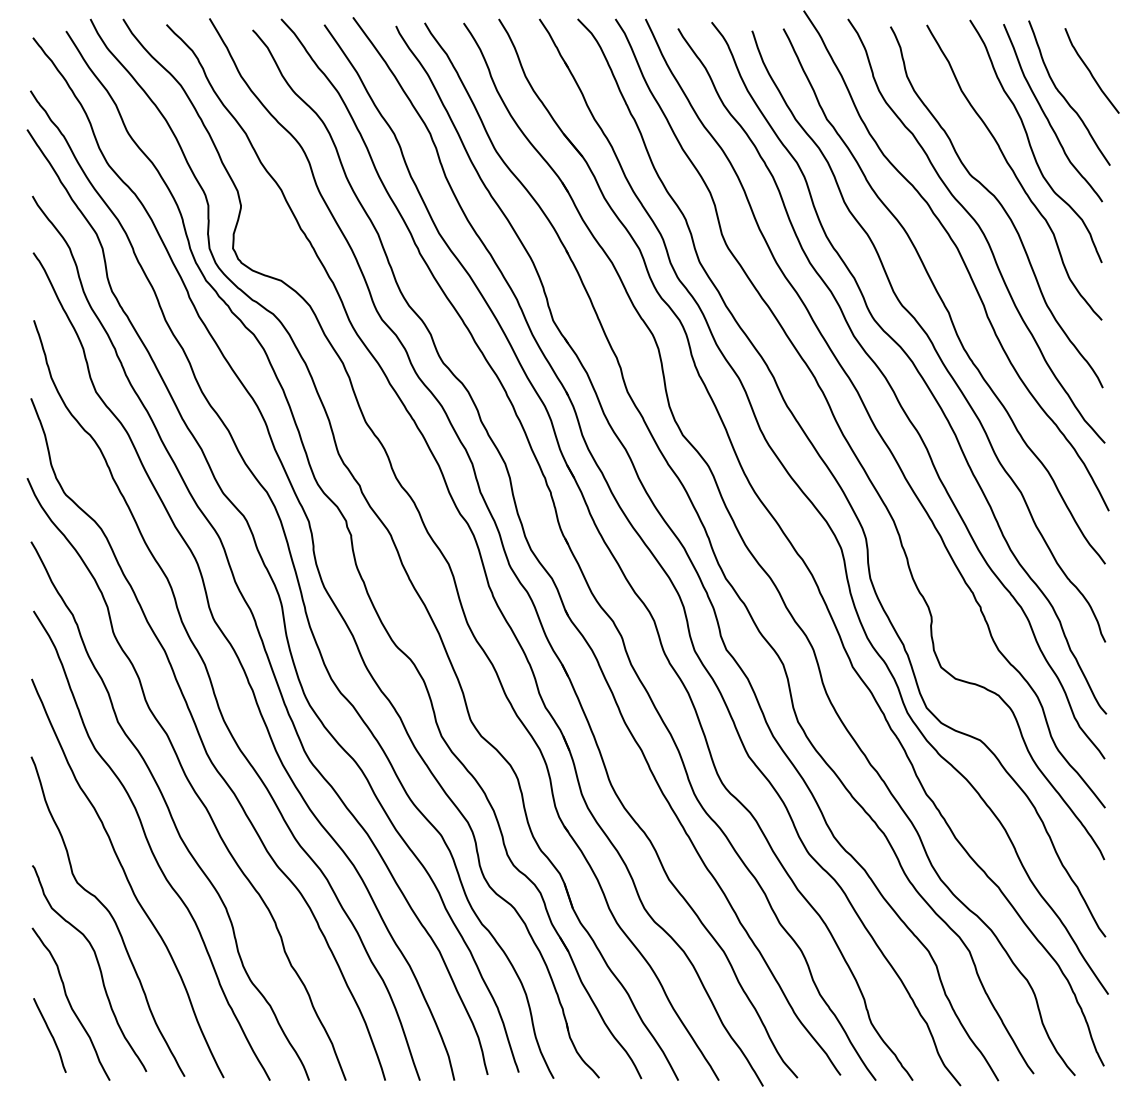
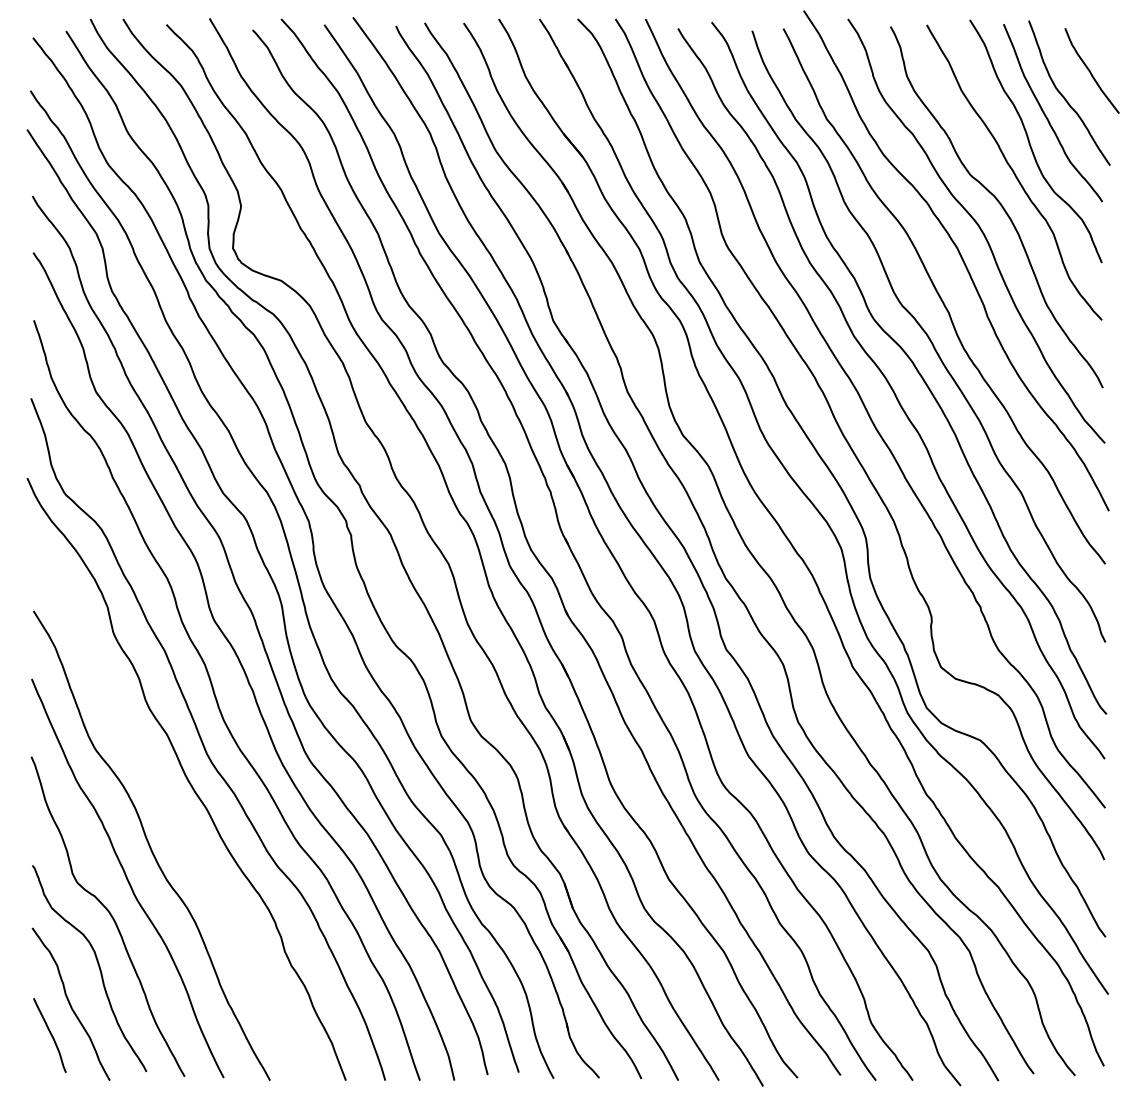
curve at (169, 810): present -> none
